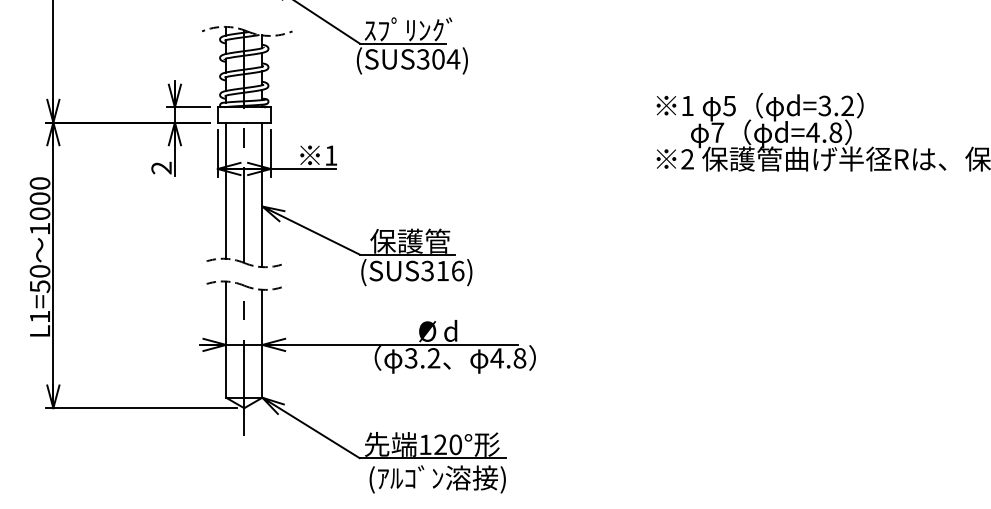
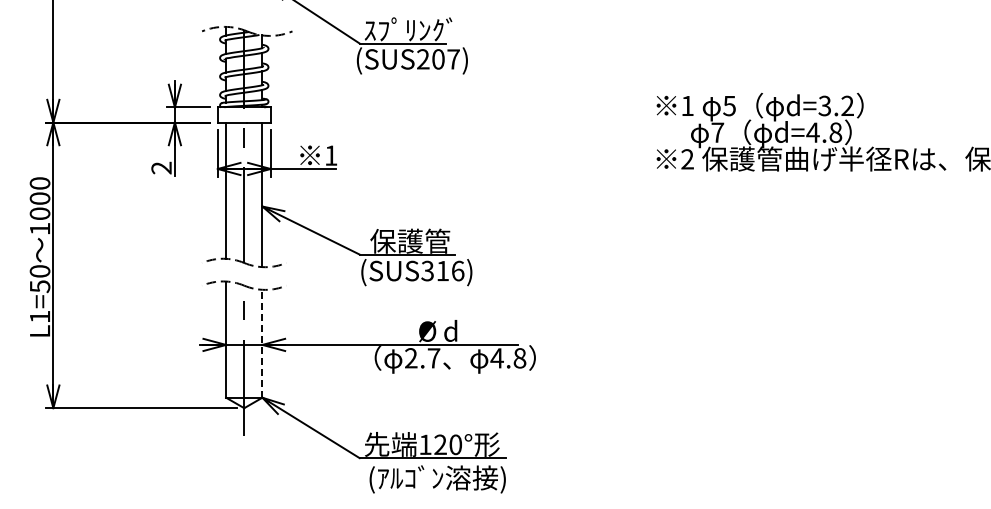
text at (438, 59): (SUS304) -> (SUS207)
line at (262, 343): solid -> dashed
text at (422, 358): 3.2 -> 2.7
